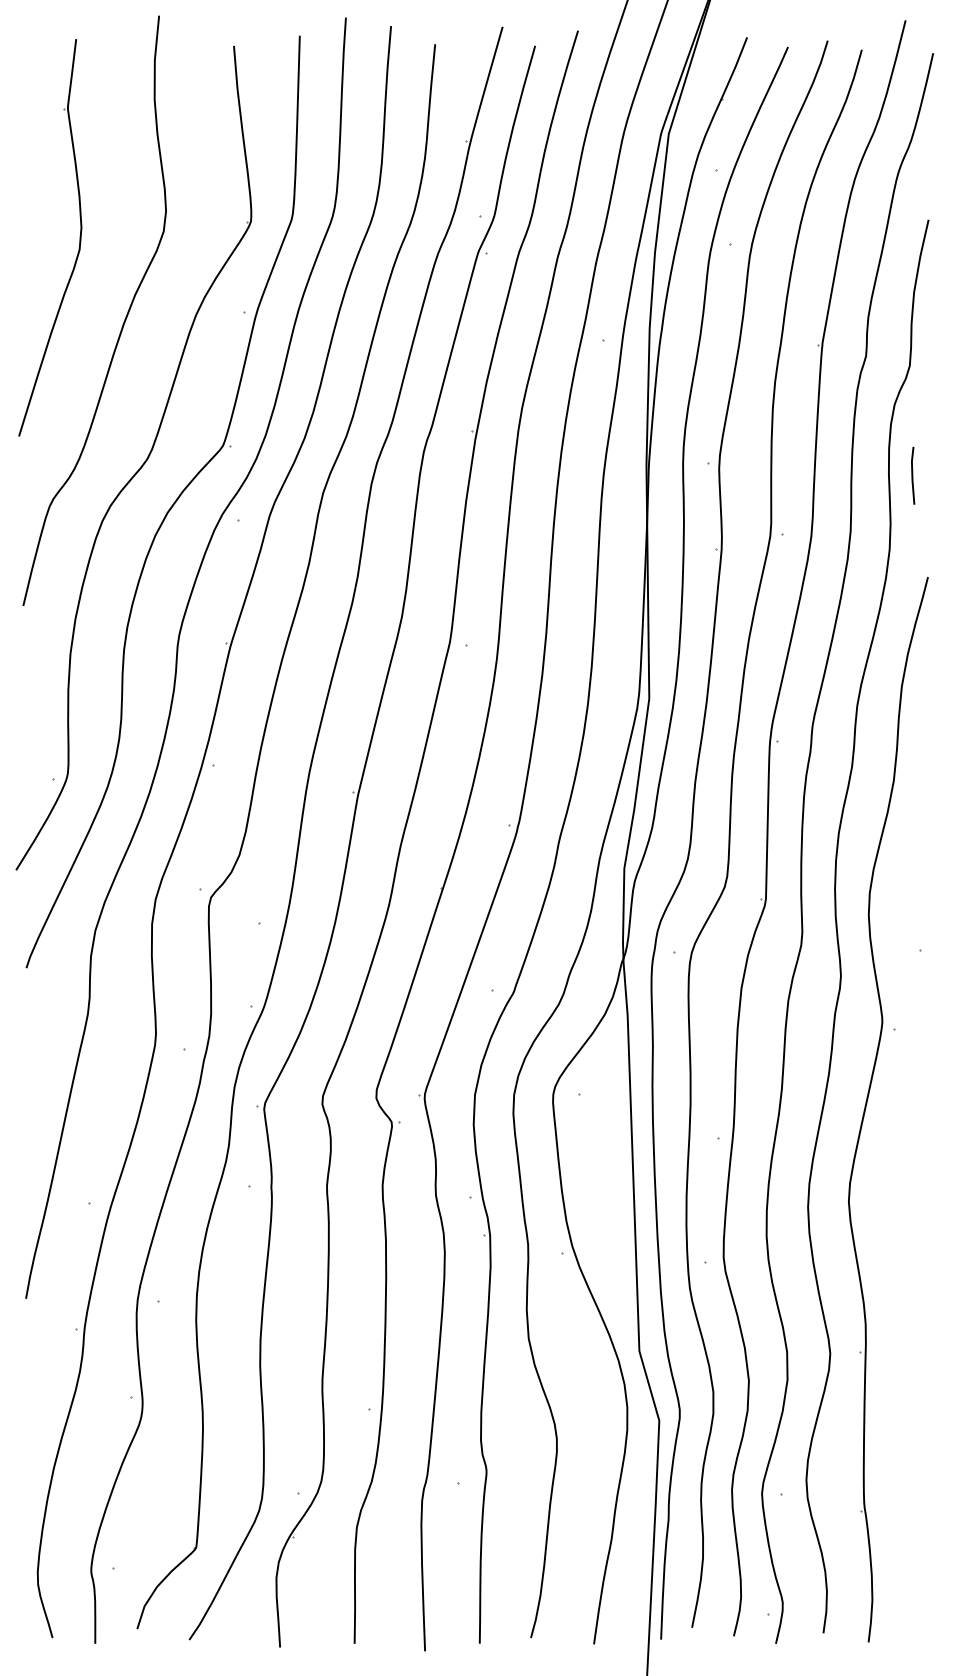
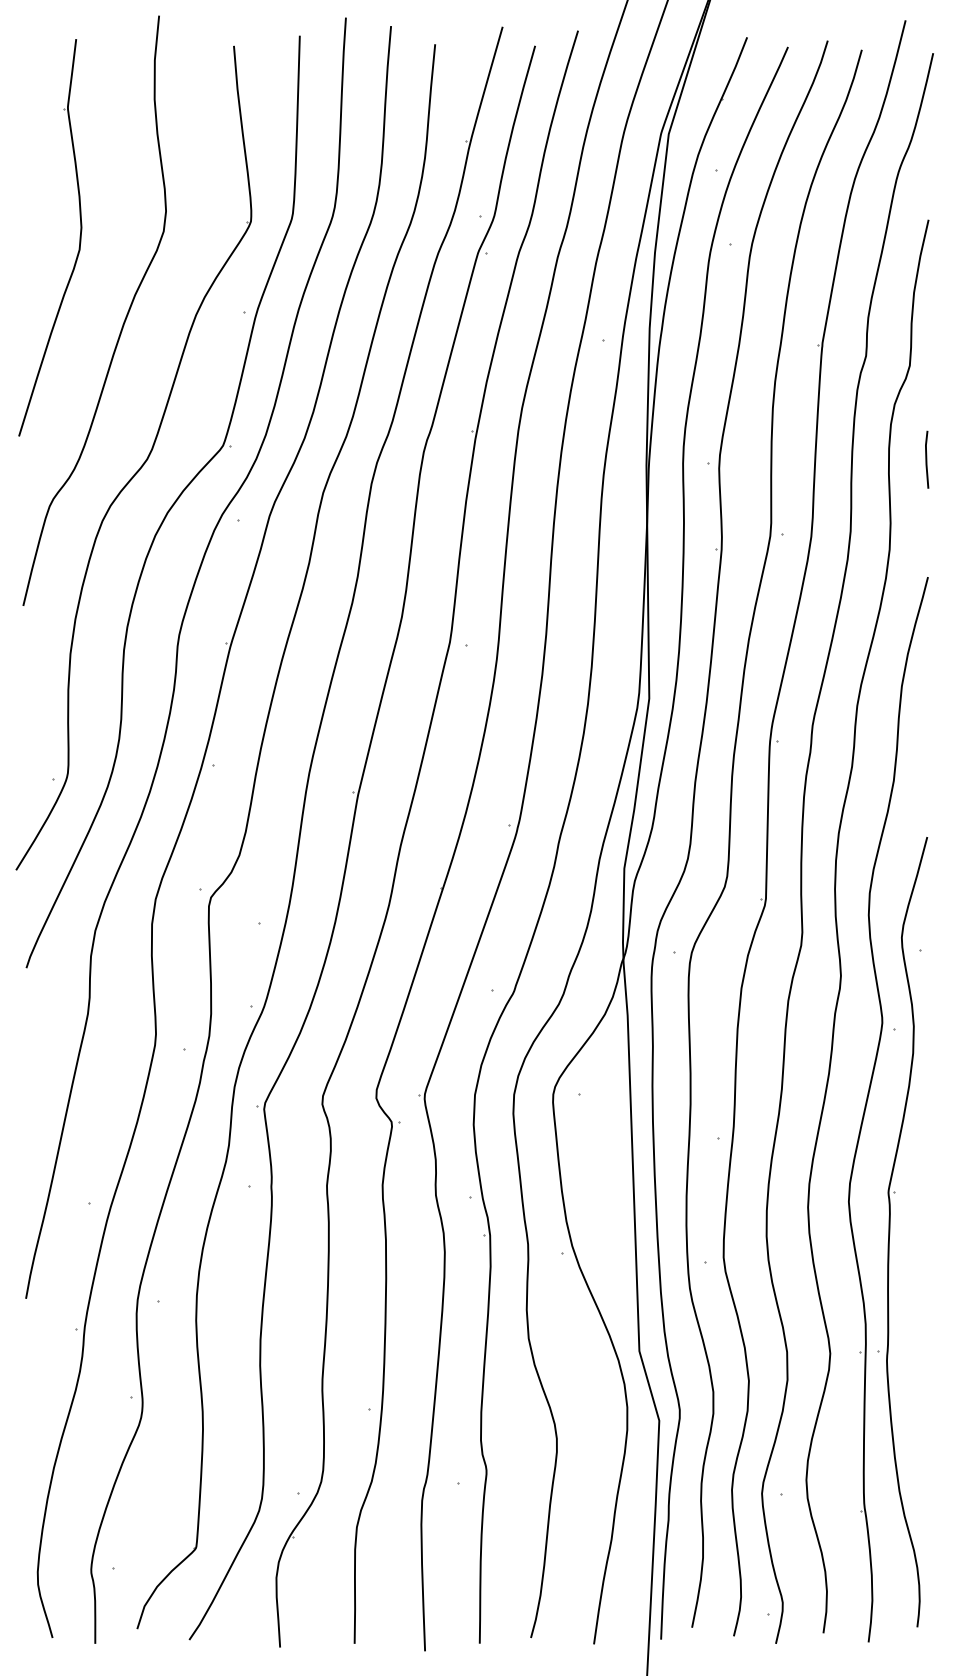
line at (913, 475) position: (913, 475) -> (927, 459)
part at (890, 1232): none -> present
